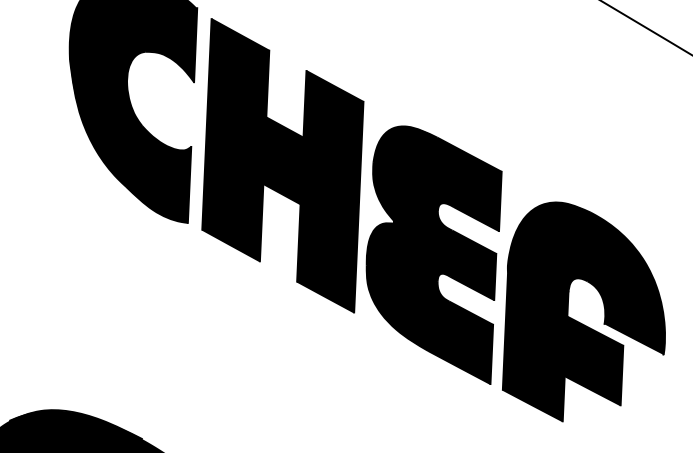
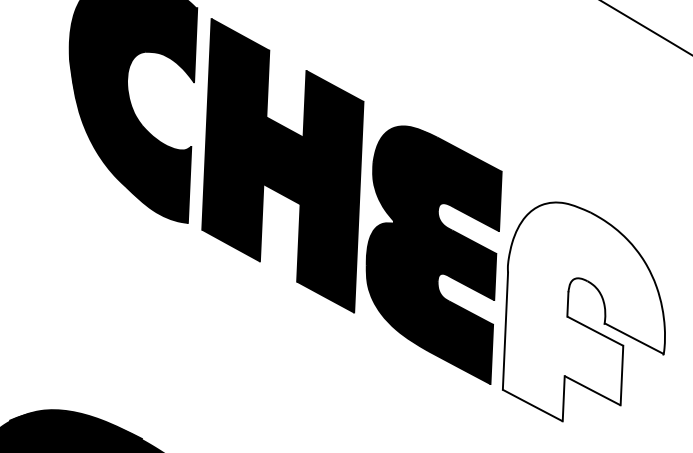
fill at (583, 311): present -> none
